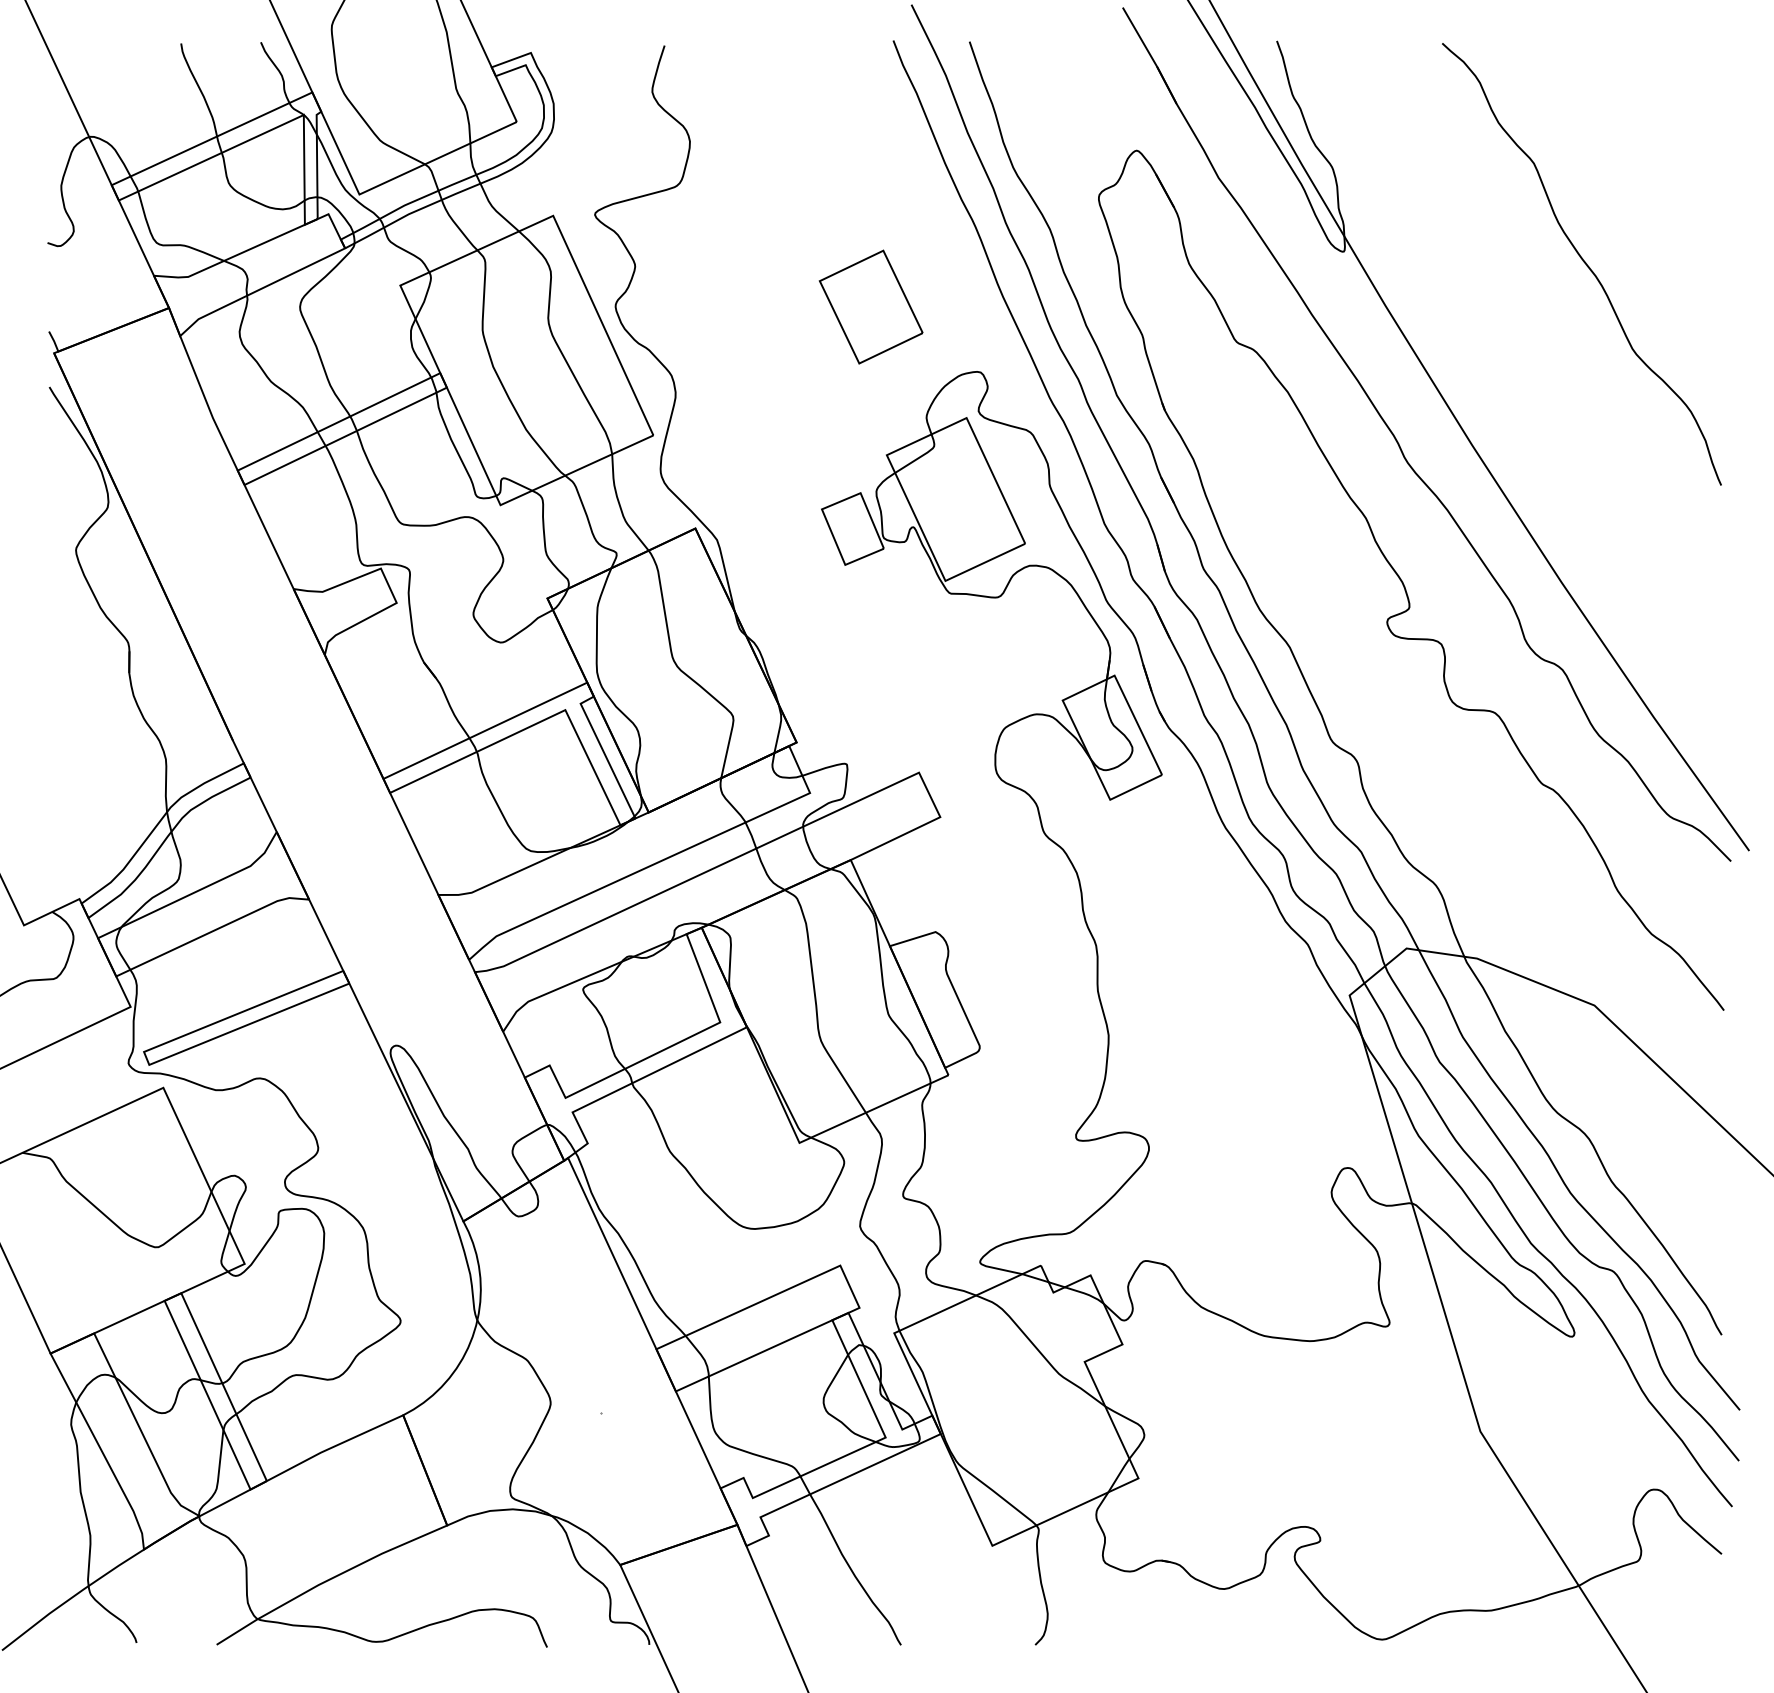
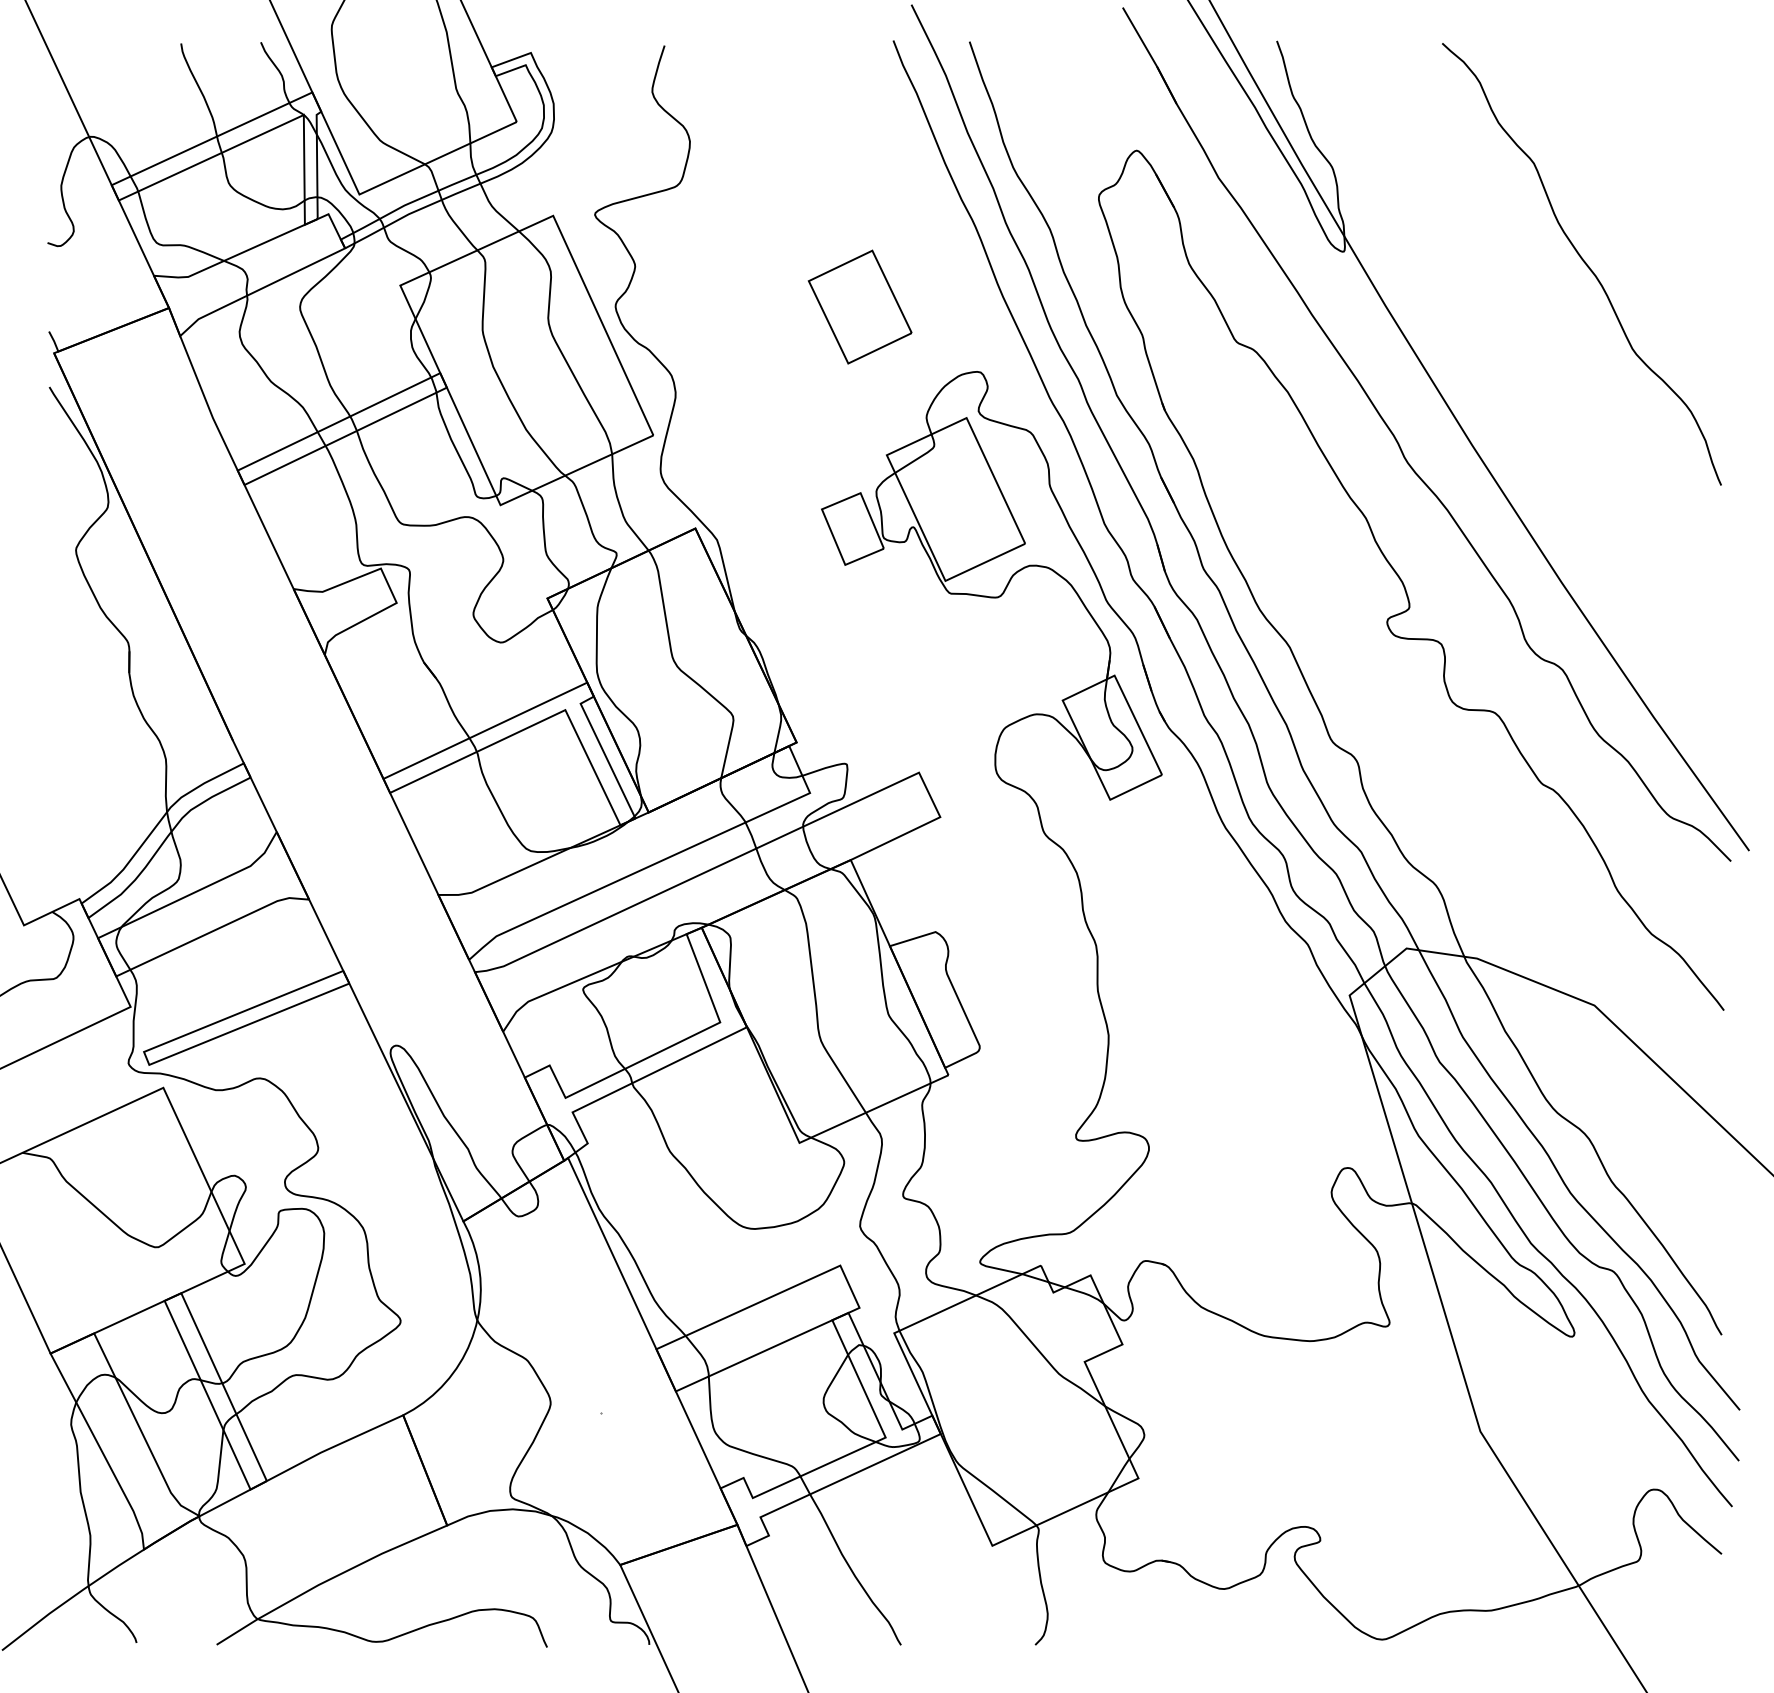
part at (870, 306) position: (870, 306) -> (859, 306)
